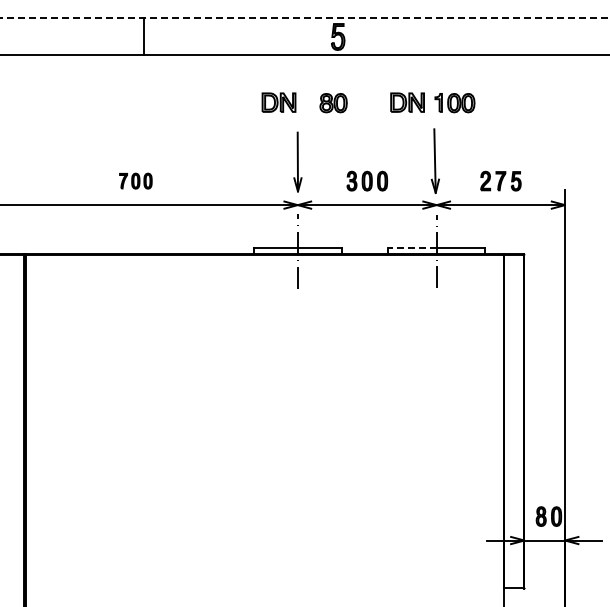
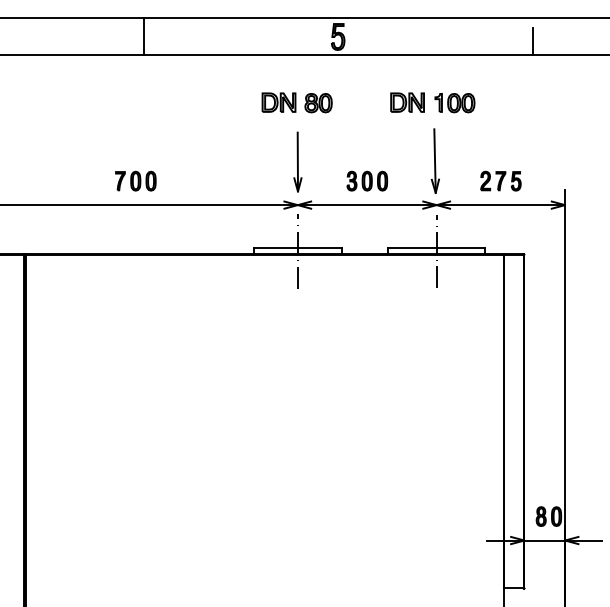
line at (305, 18): dashed -> solid
line at (532, 41): none -> present
part at (333, 103) position: (333, 103) -> (318, 103)
part at (135, 180) size: 34x18 px -> 42x22 px
line at (411, 248): dashed -> solid
